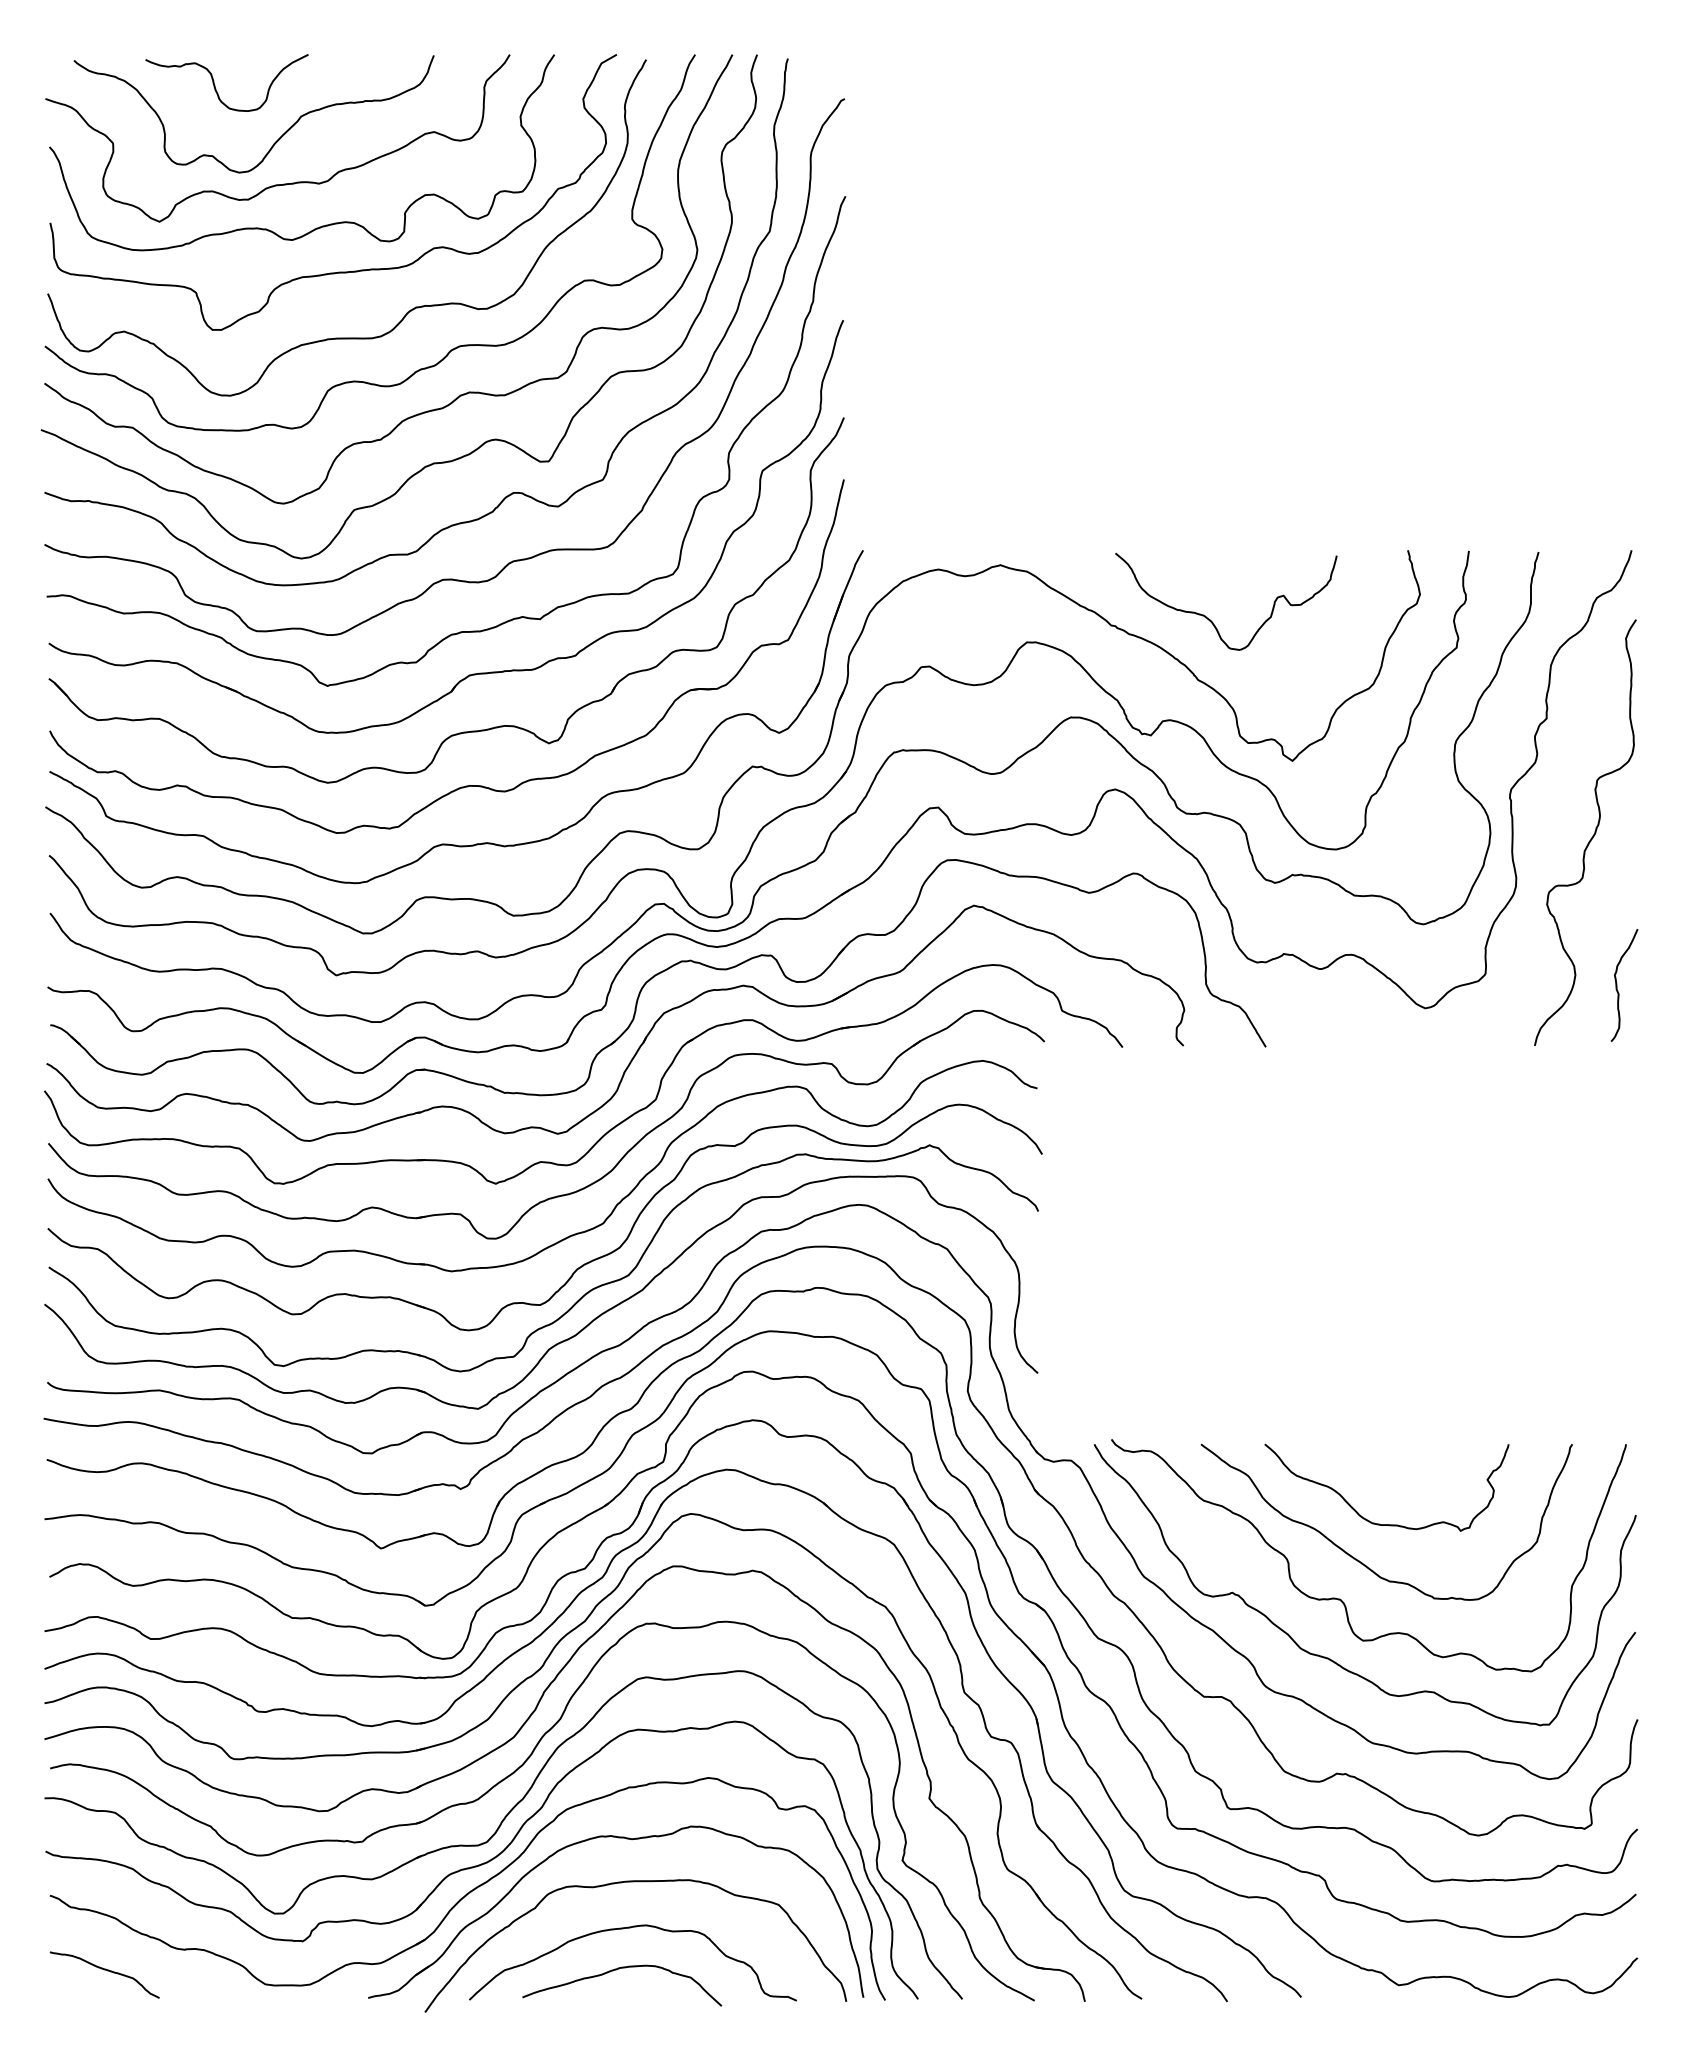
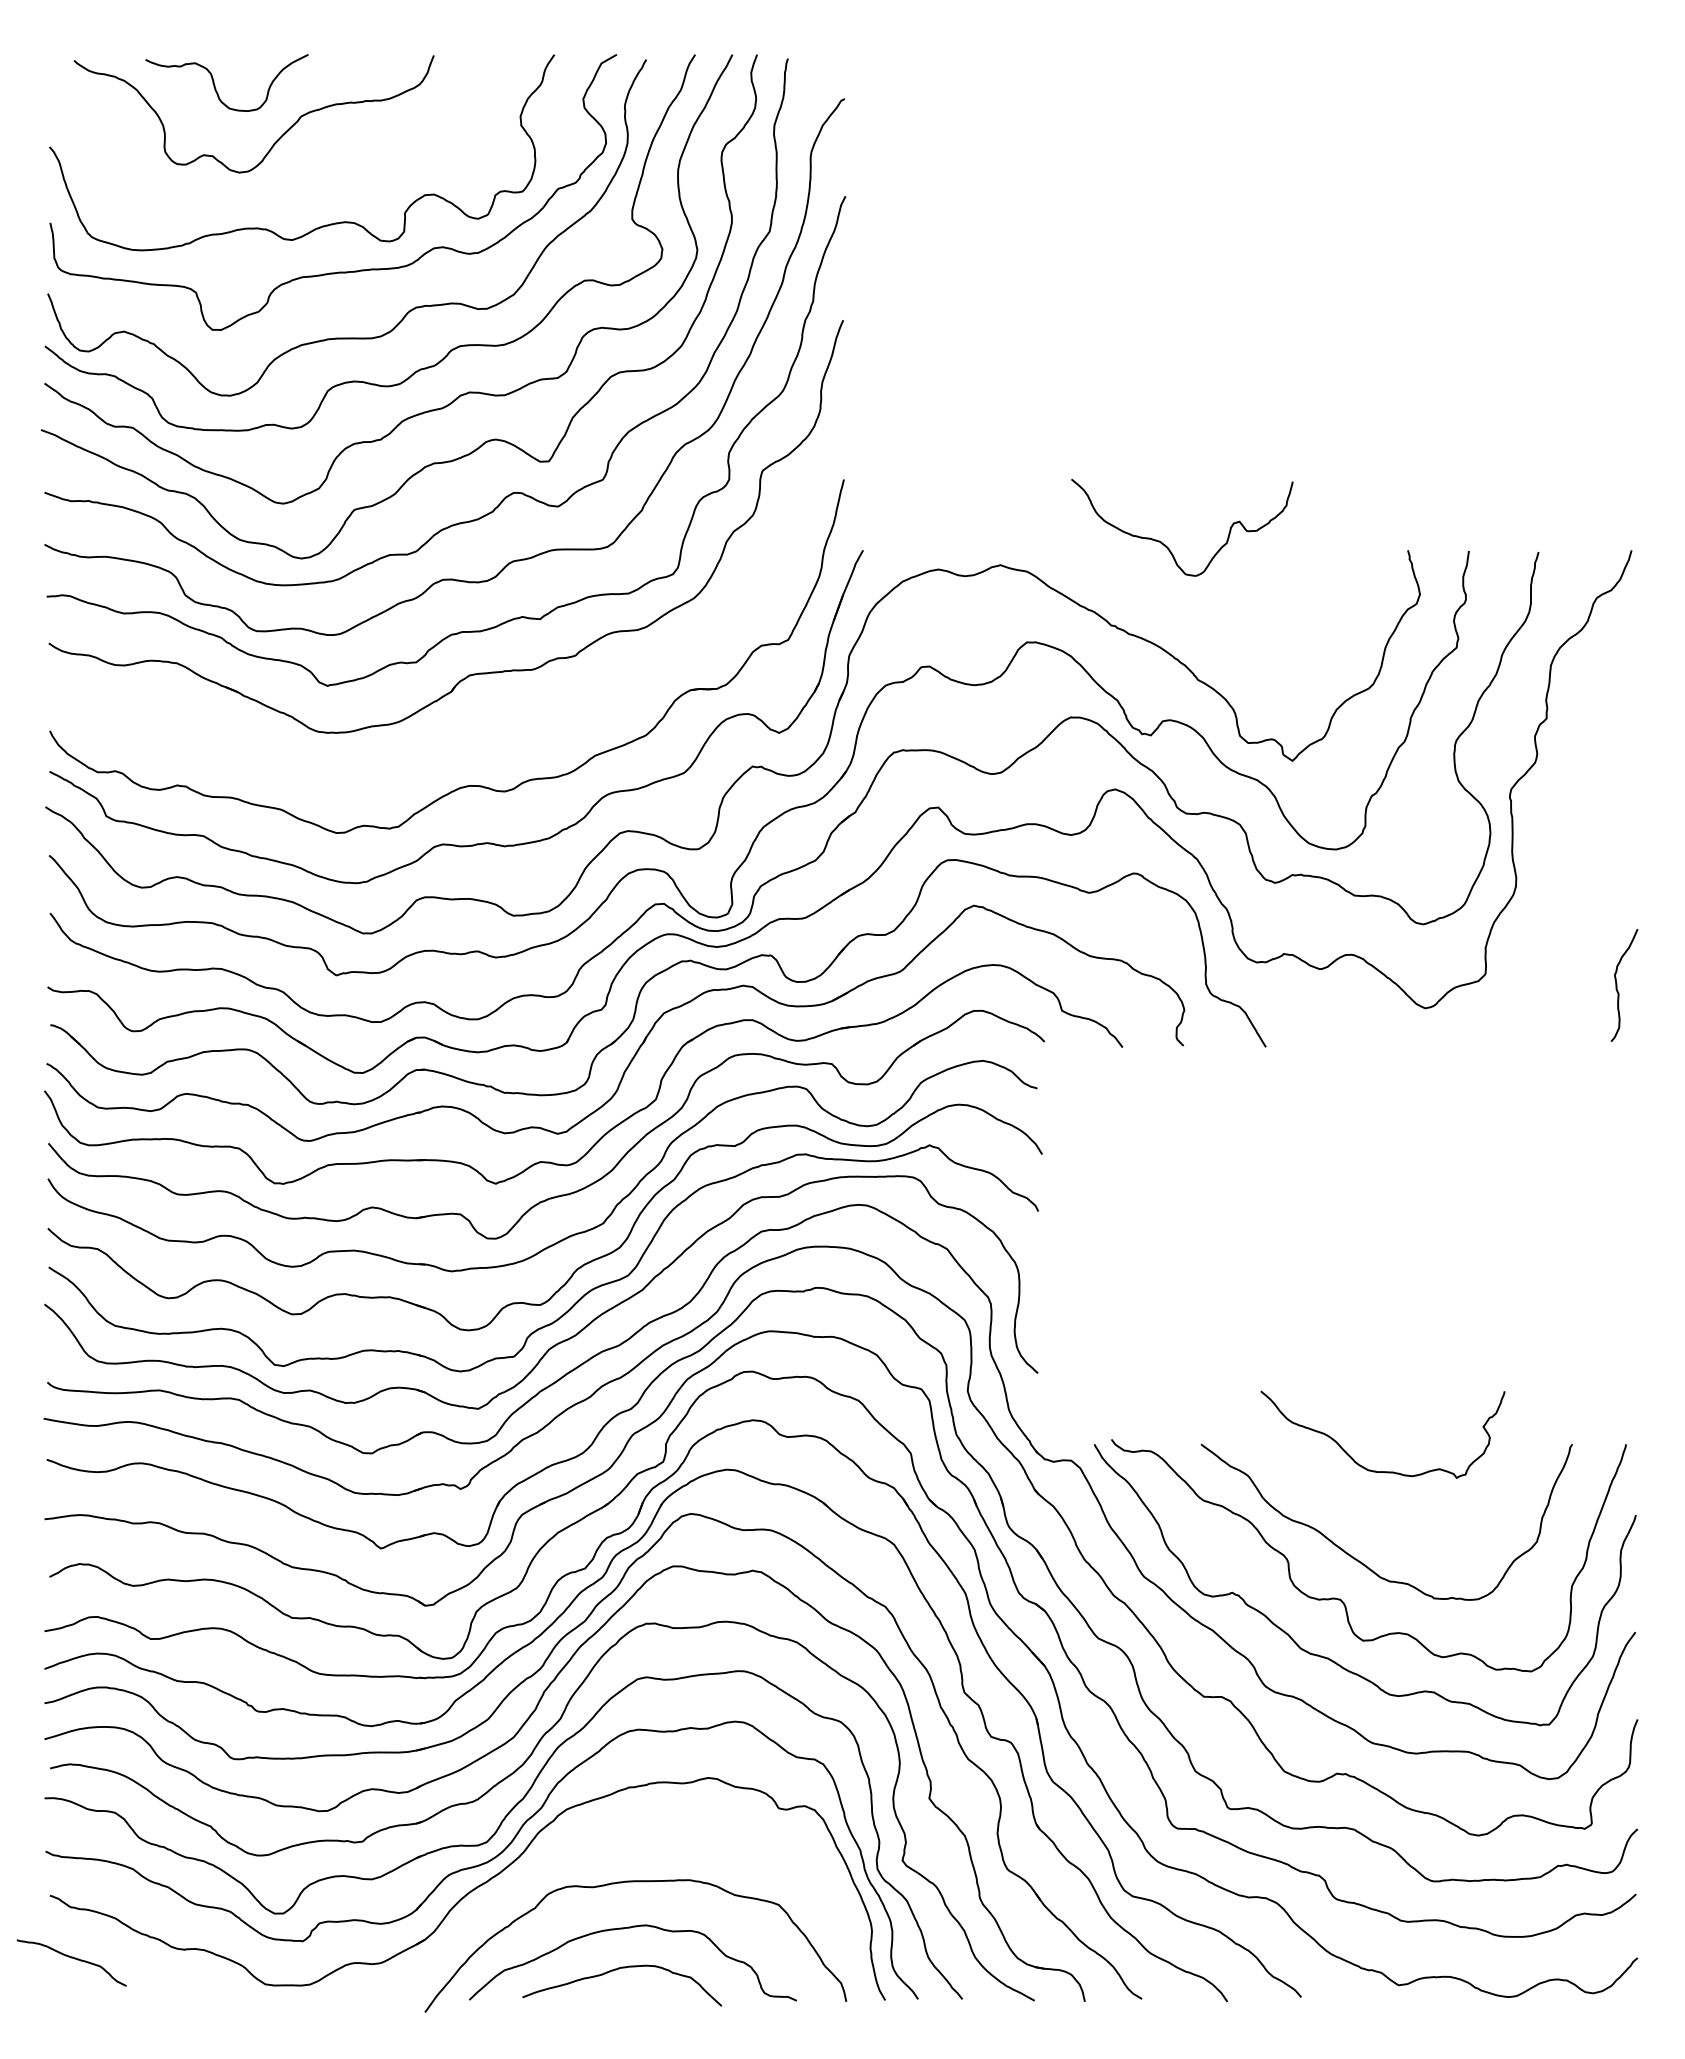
curve at (283, 183): present -> none
curve at (1209, 618) position: (1209, 618) -> (1165, 544)
part at (463, 731): present -> none
curve at (1592, 835): present -> none
curve at (1379, 1523) position: (1379, 1523) -> (1375, 1470)
part at (626, 1839): present -> none
curve at (104, 1970) position: (104, 1970) -> (71, 1958)
